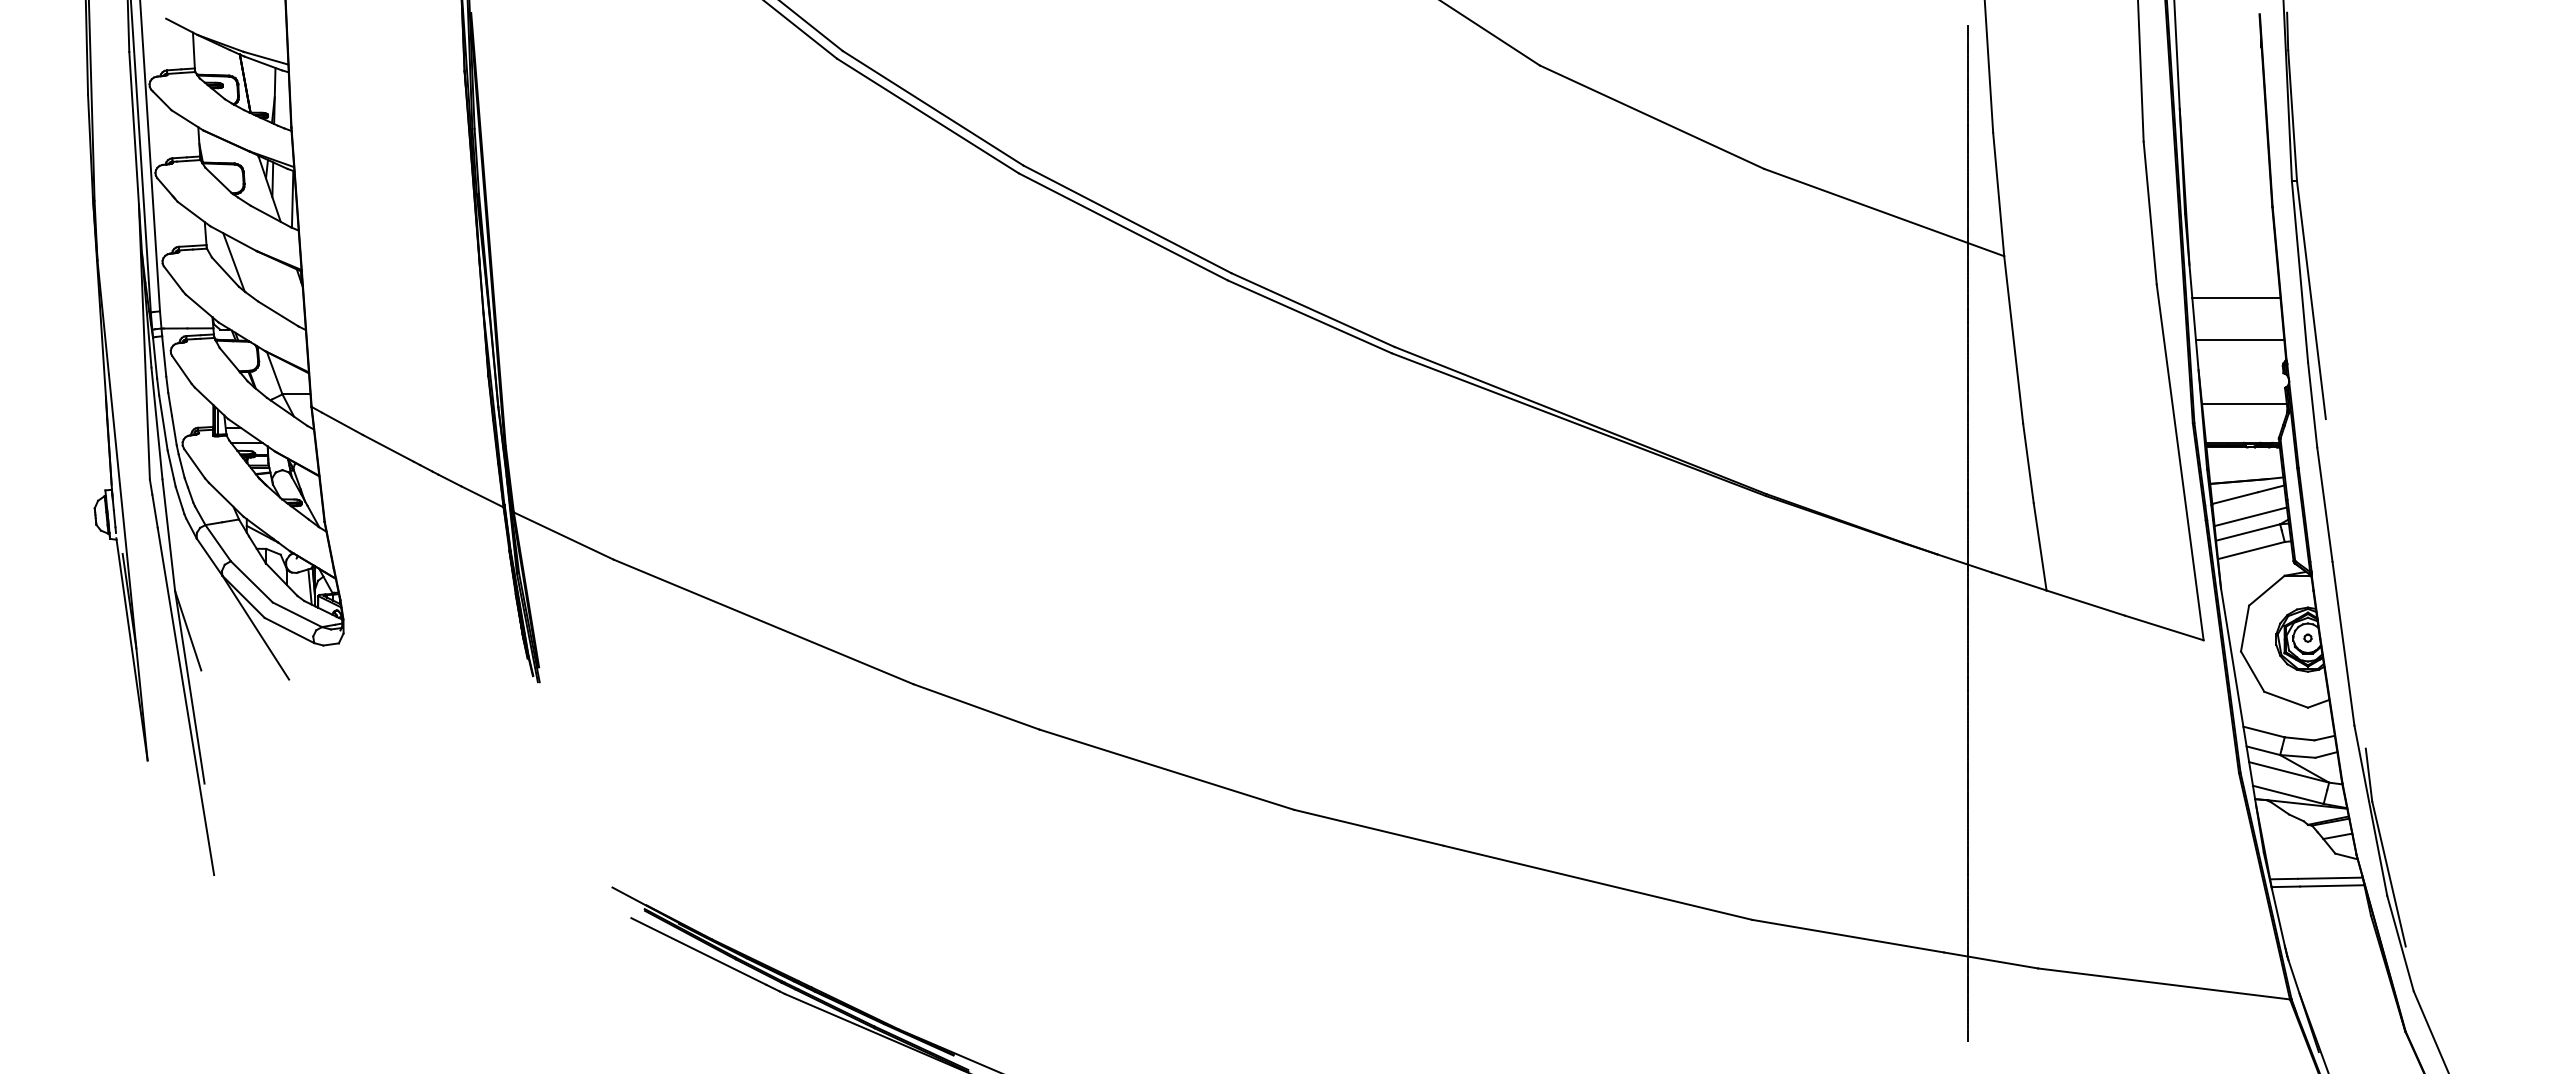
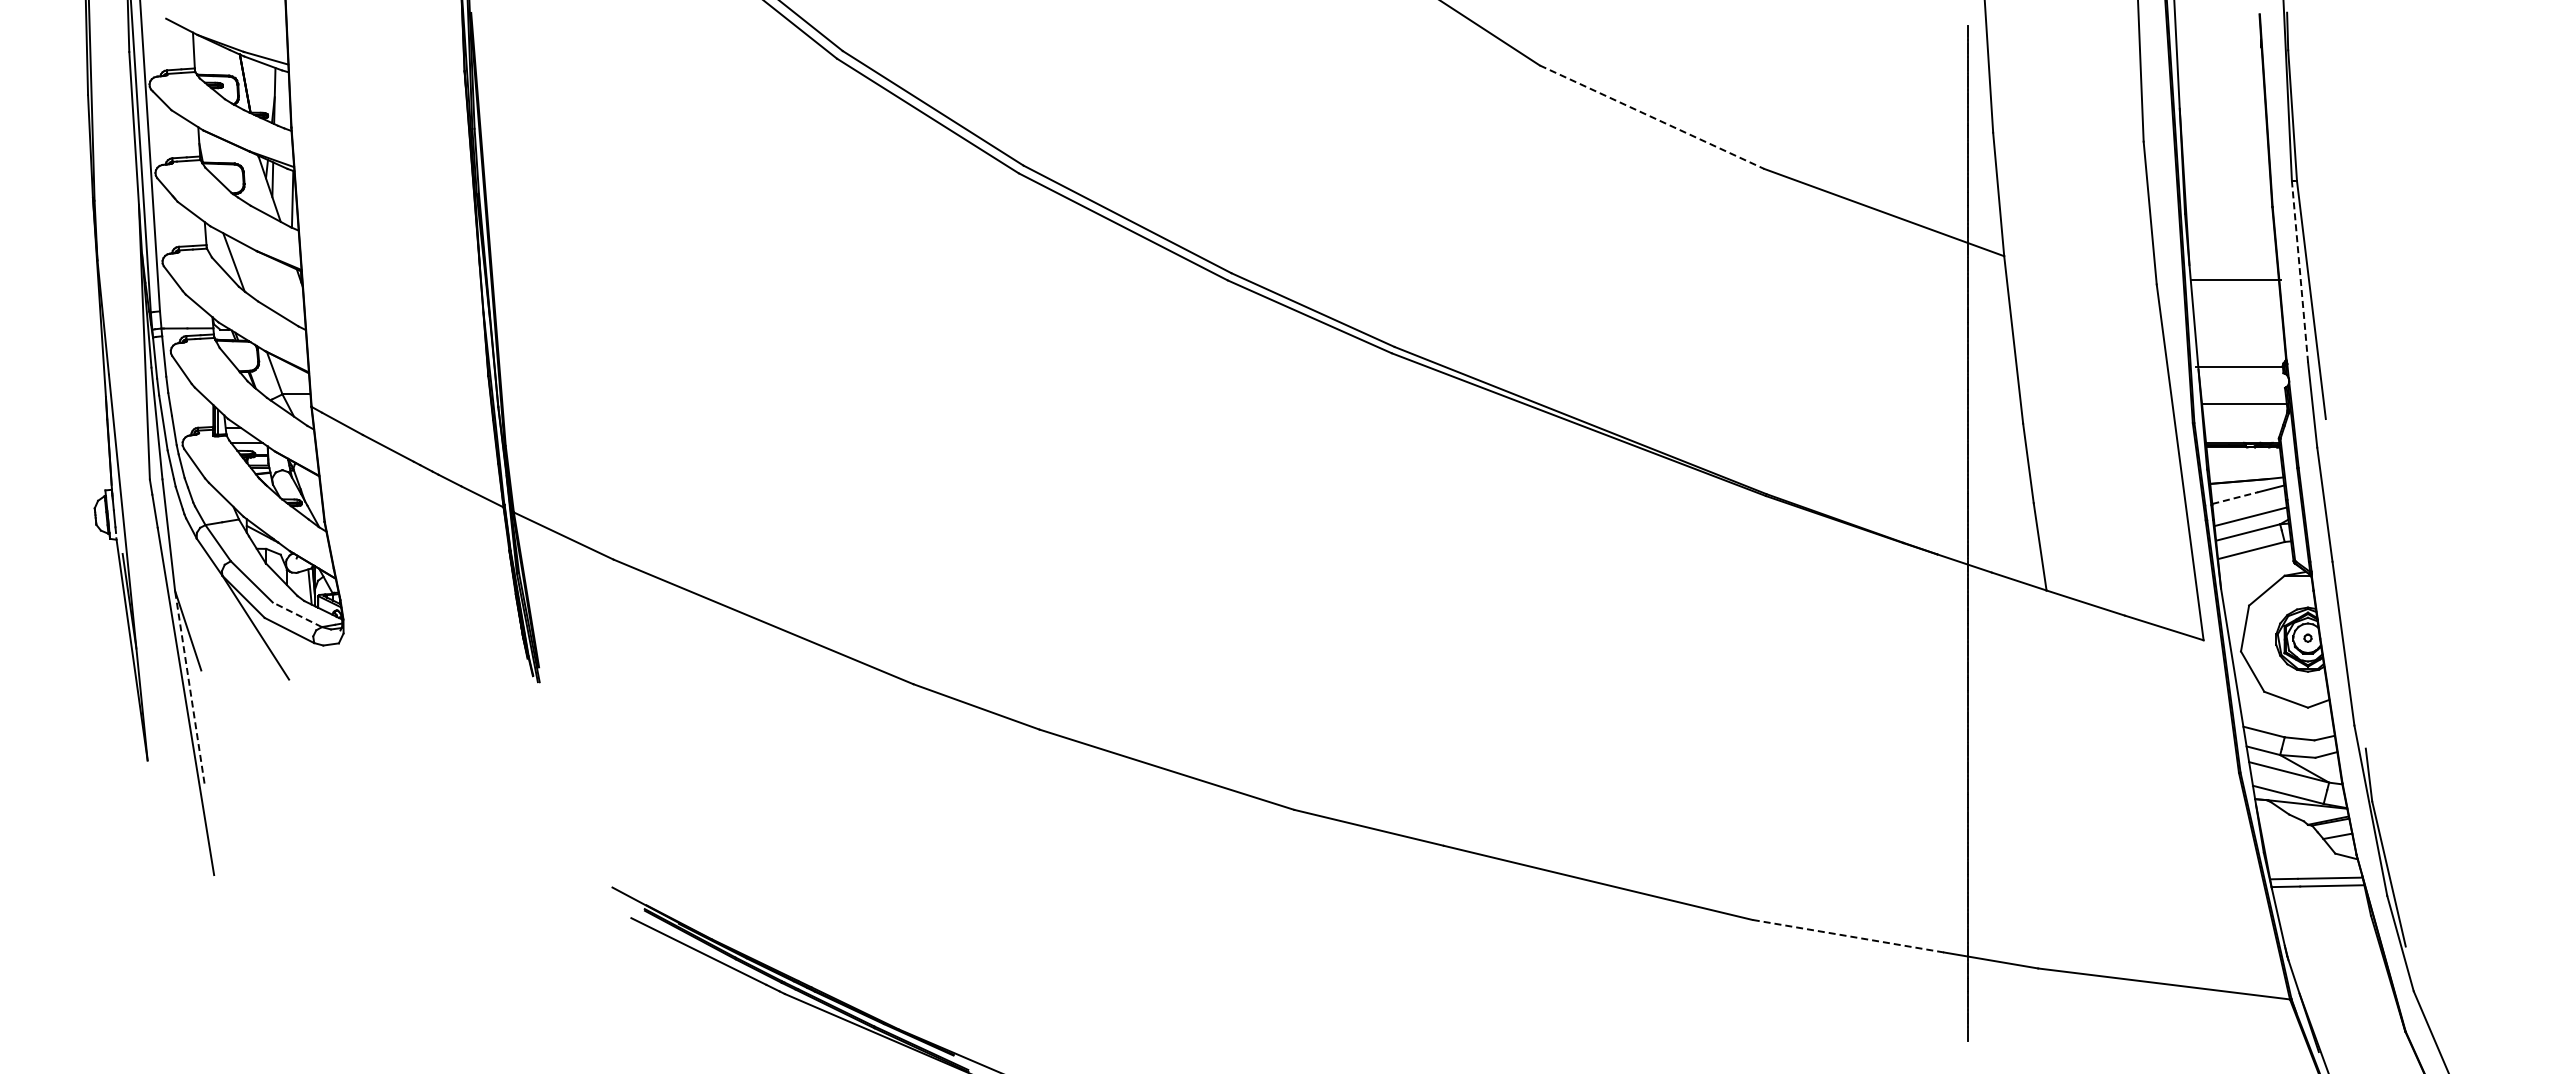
line at (1652, 117): solid -> dashed
line at (2299, 271): solid -> dashed
line at (2236, 298) position: (2236, 298) -> (2236, 280)
line at (2239, 339) position: (2239, 339) -> (2239, 366)
line at (2235, 498): solid -> dashed
line at (297, 614): solid -> dashed
line at (189, 687): solid -> dashed
line at (1847, 936): solid -> dashed
